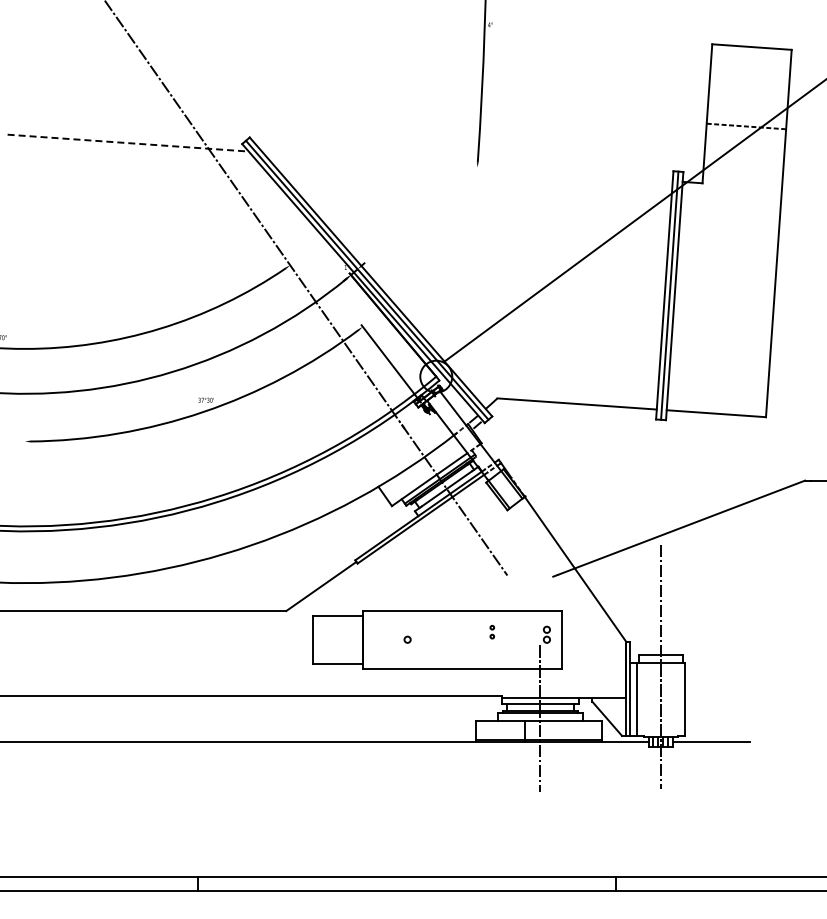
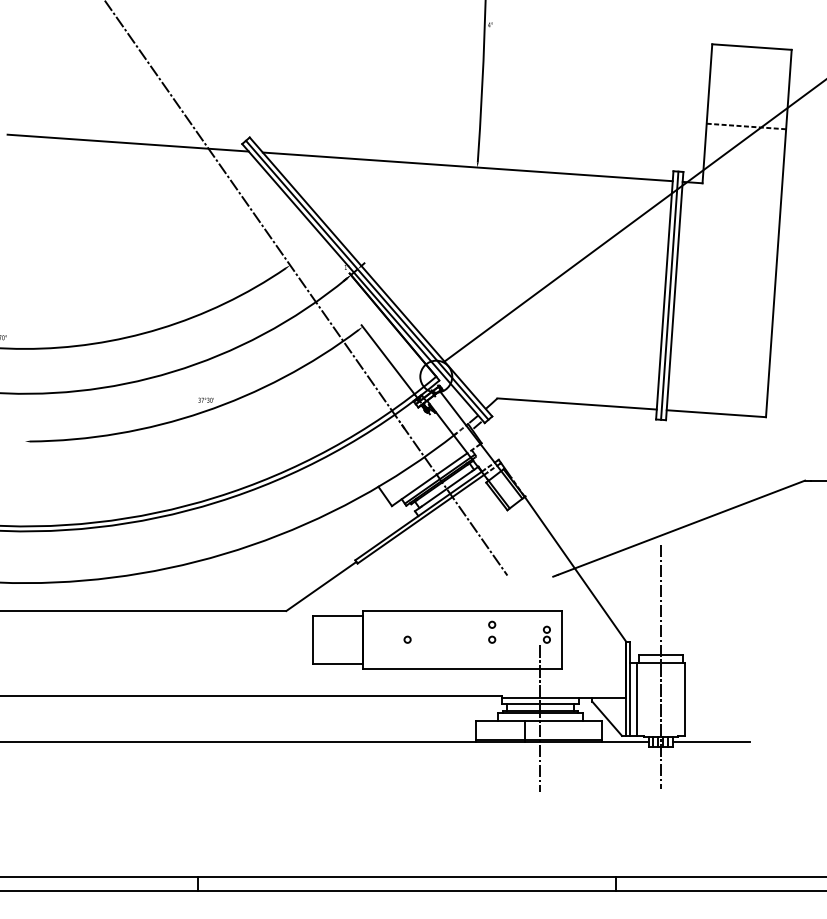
line at (128, 143): dashed -> solid
line at (467, 166): none -> present
part at (491, 632) size: 6x15 px -> 9x24 px
